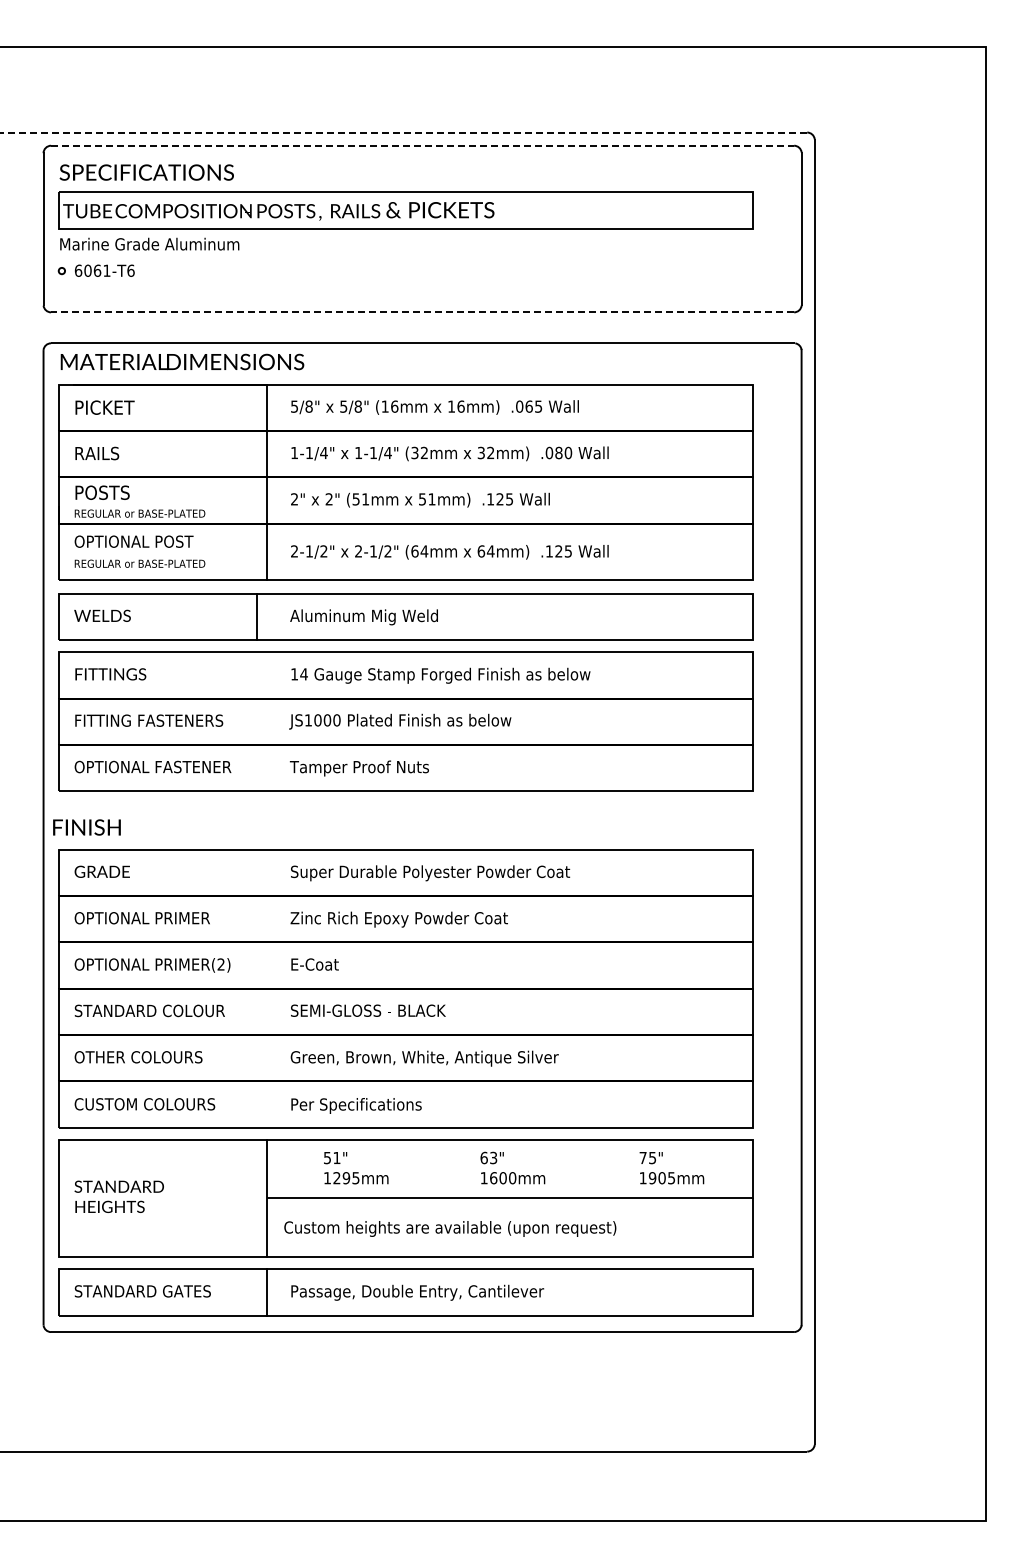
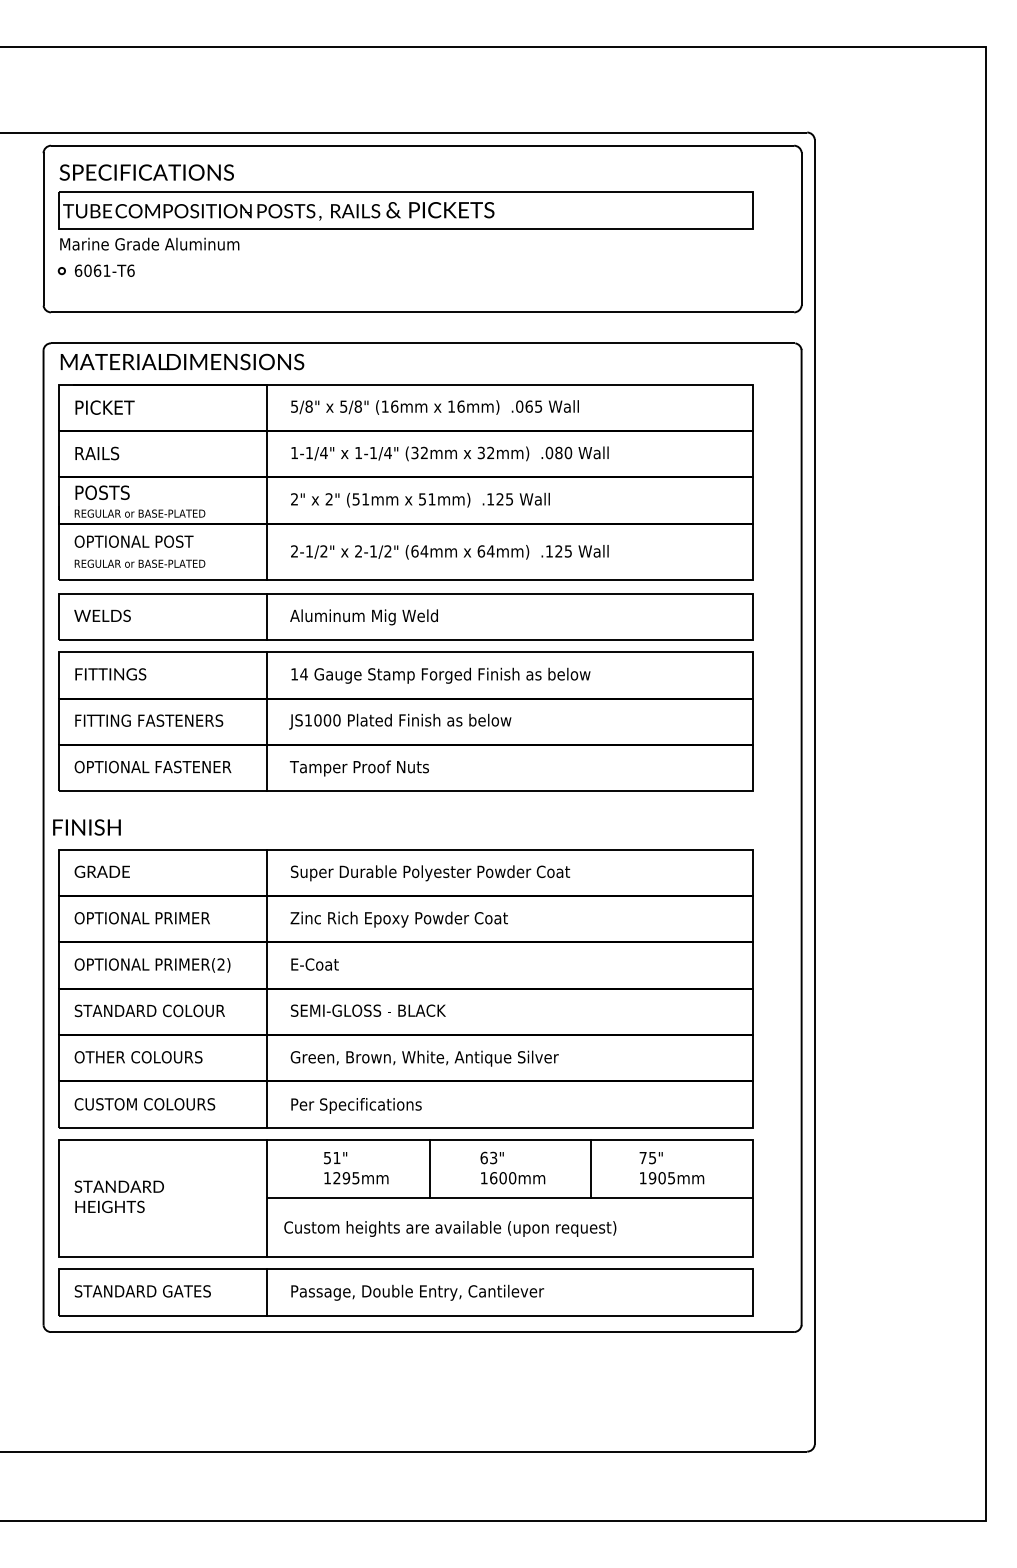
line at (404, 132): dashed -> solid
line at (422, 145): dashed -> solid
line at (422, 312): dashed -> solid
line at (257, 616) position: (257, 616) -> (267, 616)
line at (267, 721): none -> present
line at (267, 988): none -> present
line at (430, 1168): none -> present
line at (591, 1168): none -> present
